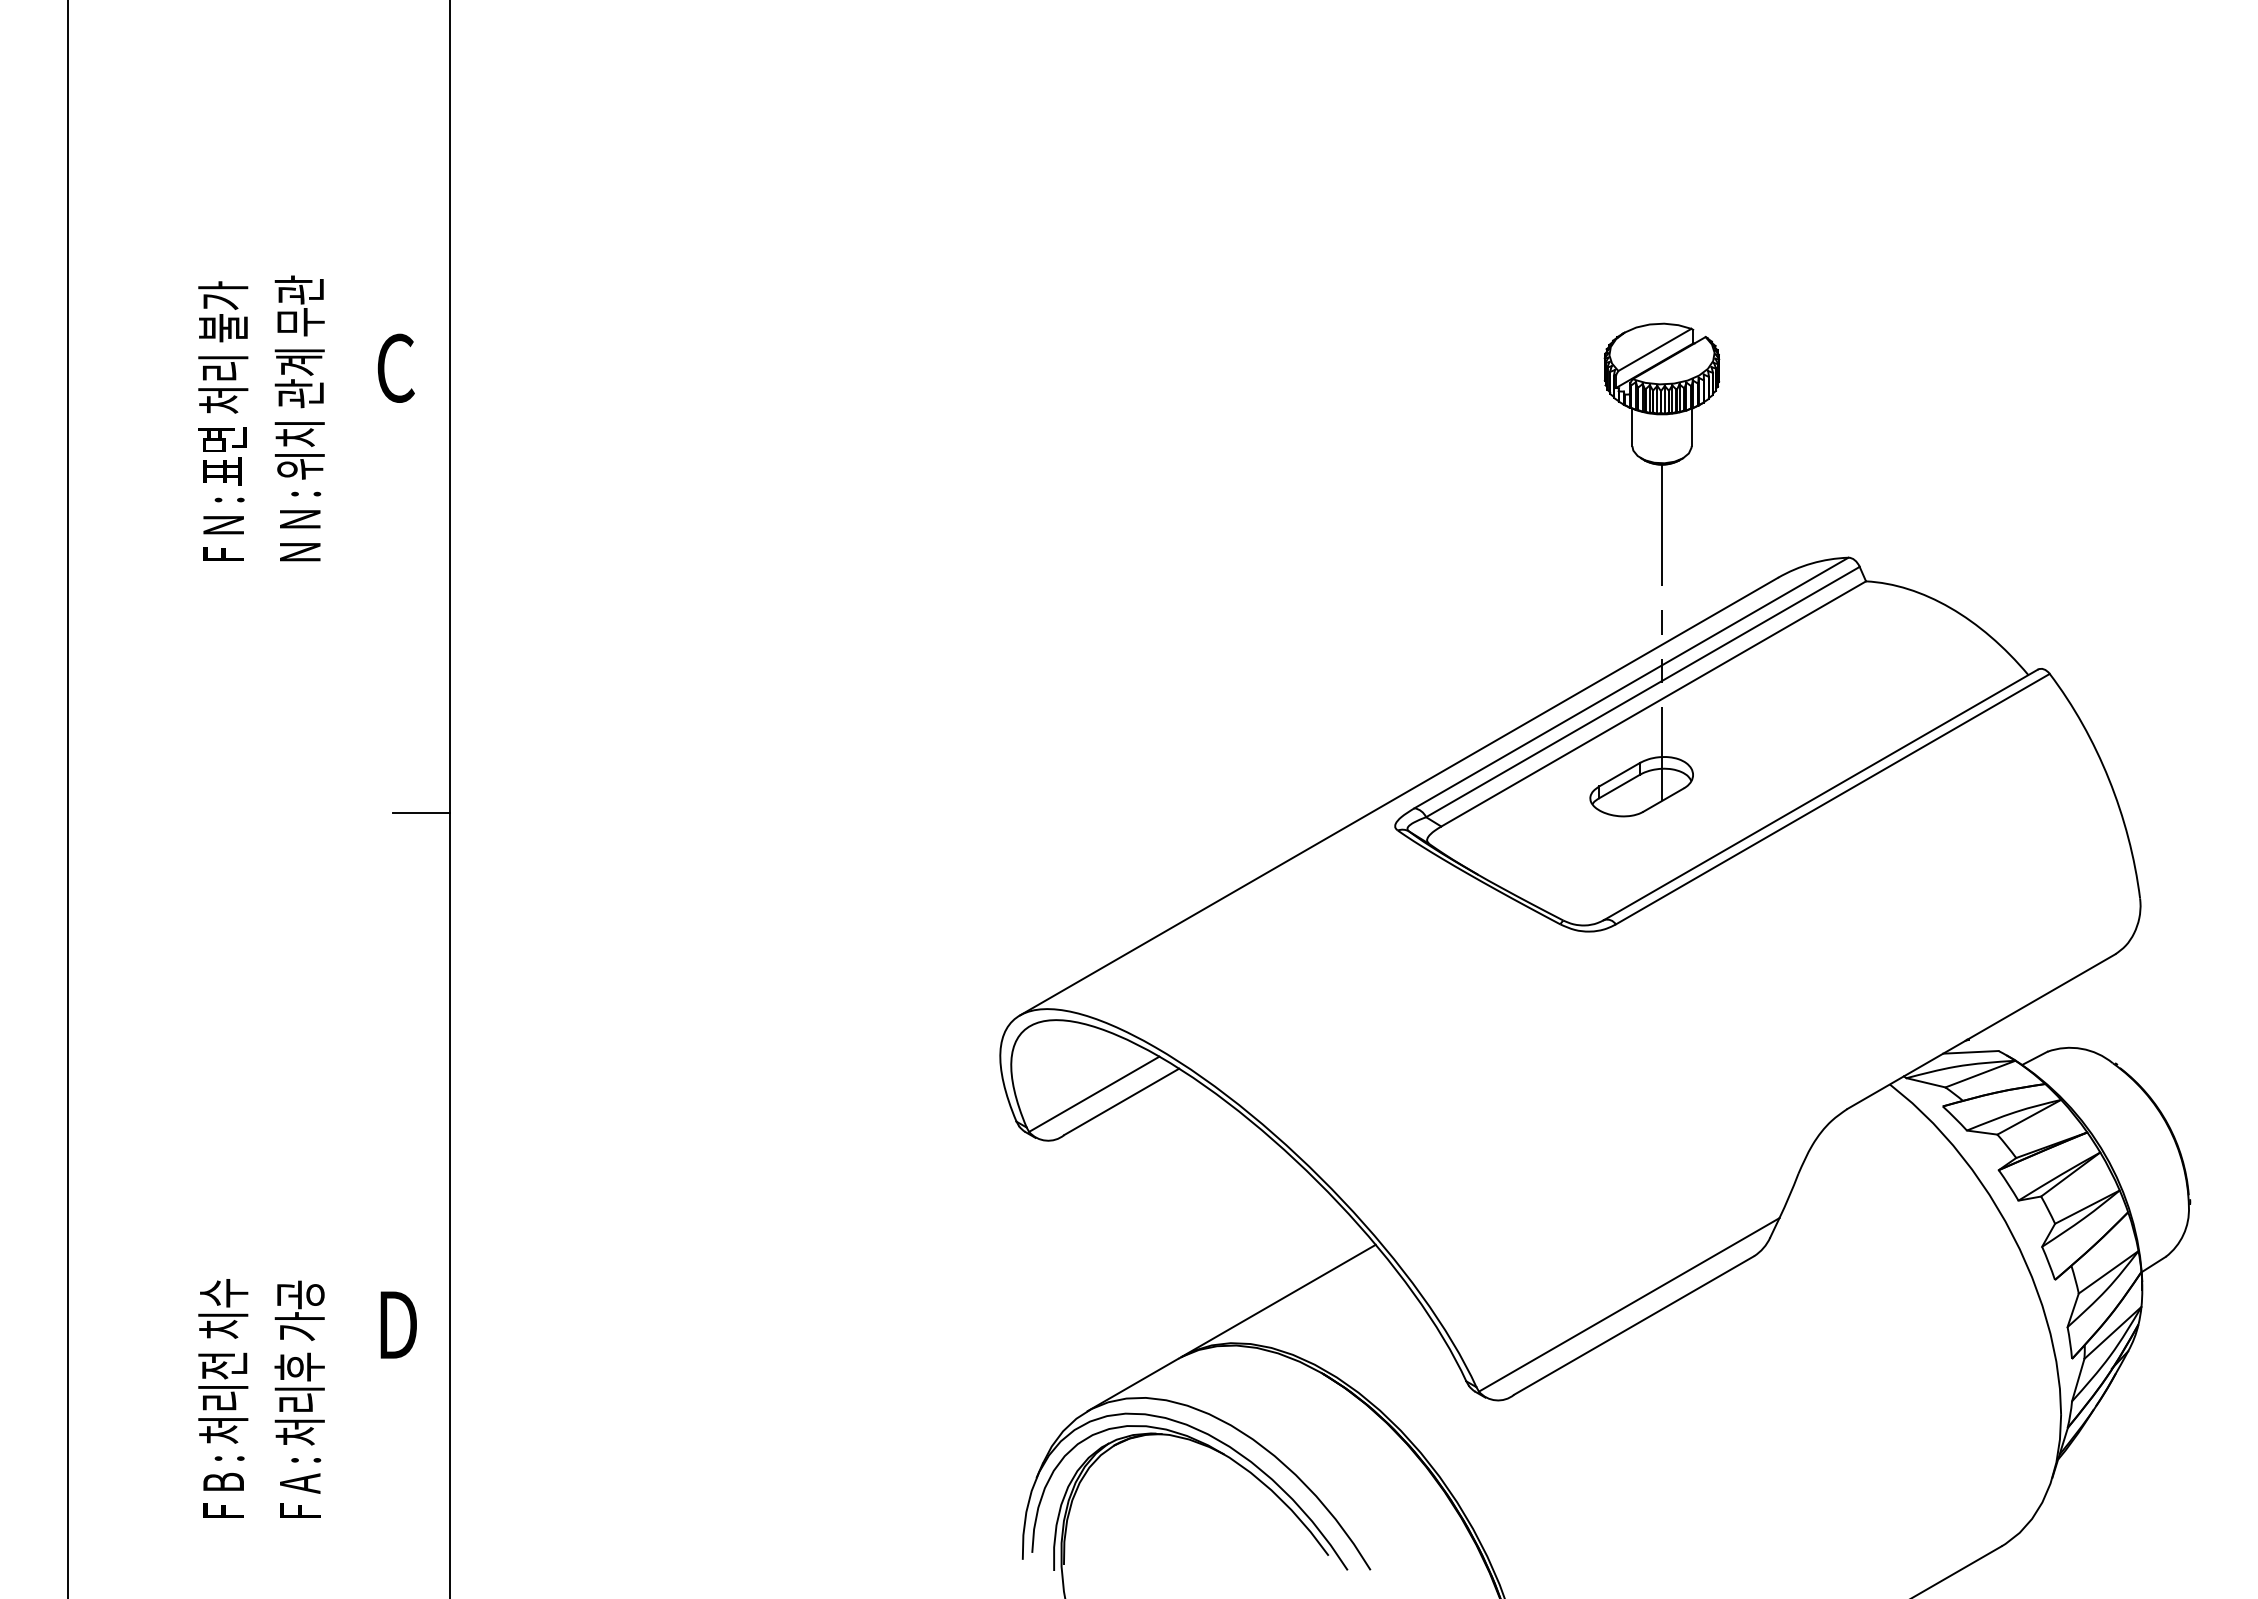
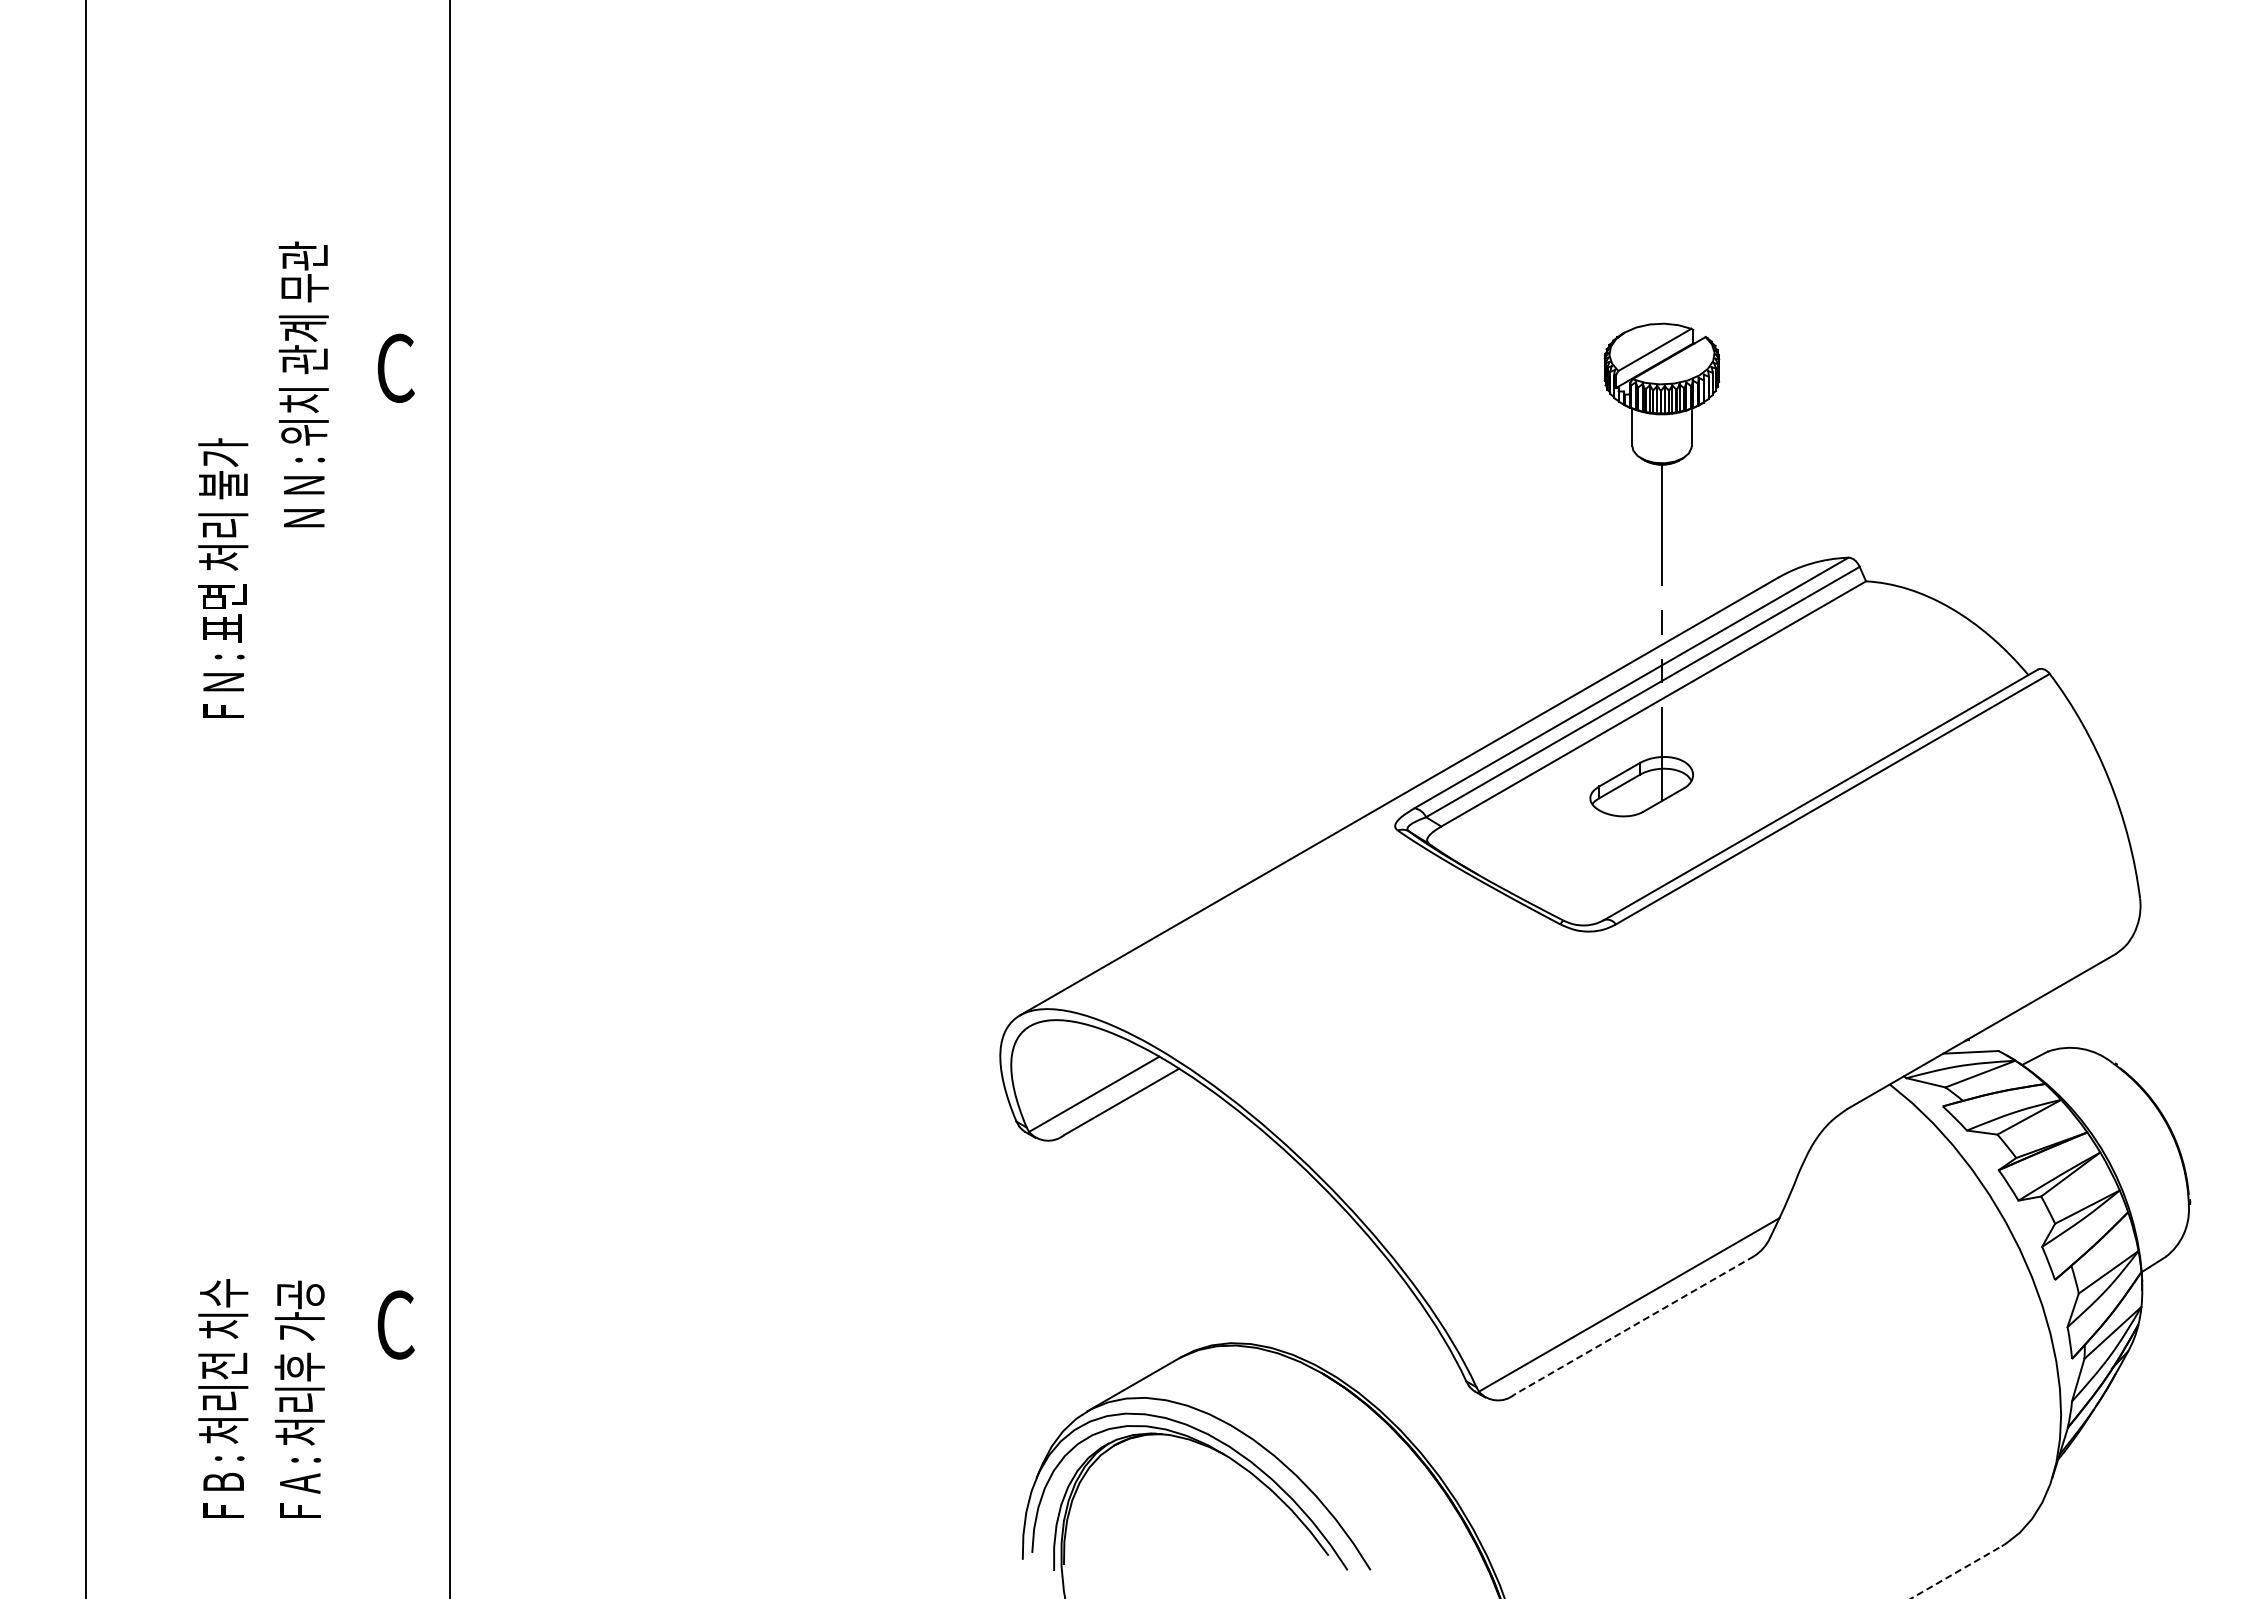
text at (299, 418) position: (299, 418) -> (303, 384)
text at (223, 420) position: (223, 420) -> (223, 577)
line at (67, 798) position: (67, 798) -> (85, 798)
line at (421, 813): present -> none
line at (1278, 1300): present -> none
text at (396, 1324): D -> C
line at (1634, 1325): solid -> dashed
line at (1956, 1572): solid -> dashed
